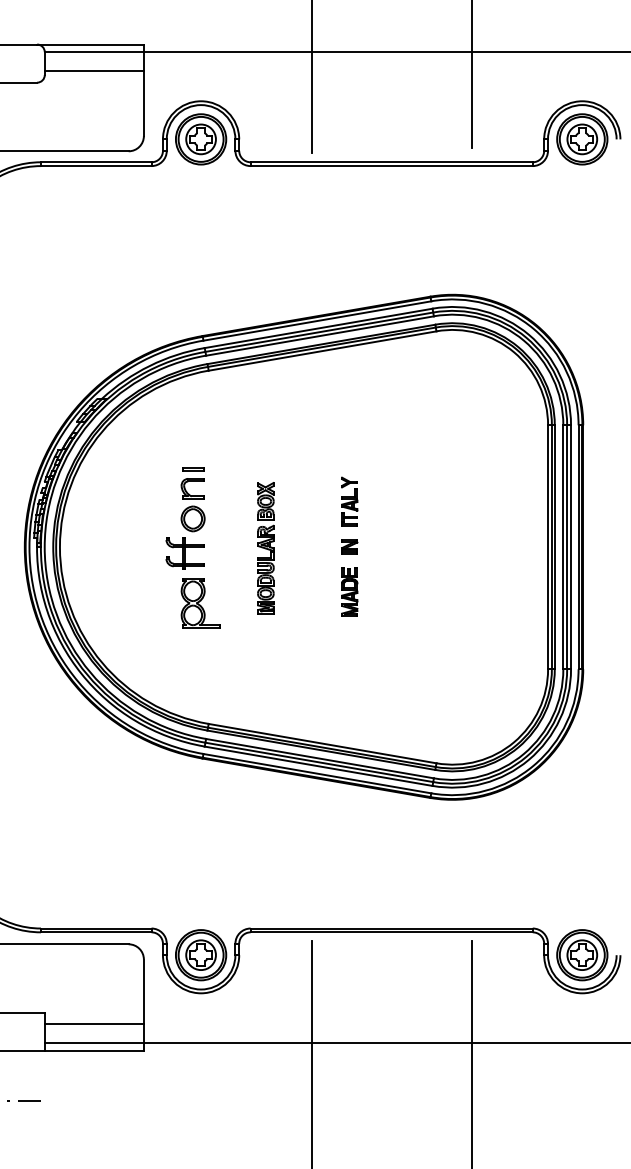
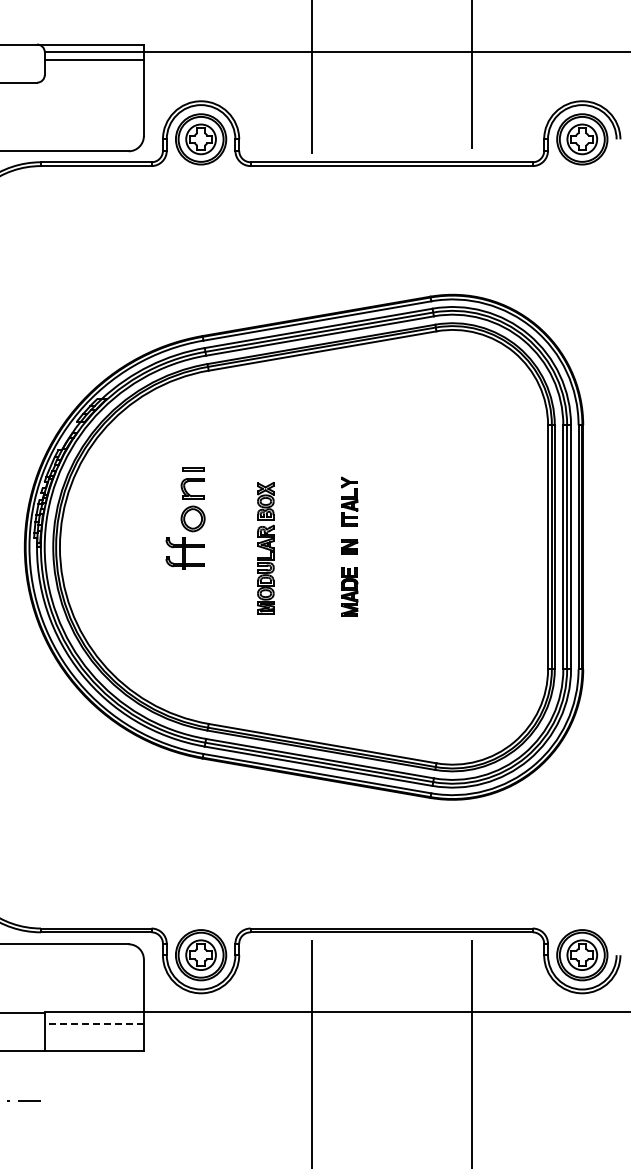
line at (93, 71) position: (93, 71) -> (93, 60)
part at (200, 603): present -> none
line at (94, 1024): solid -> dashed
line at (335, 1043) position: (335, 1043) -> (335, 1012)
